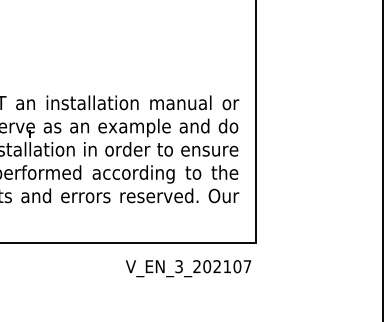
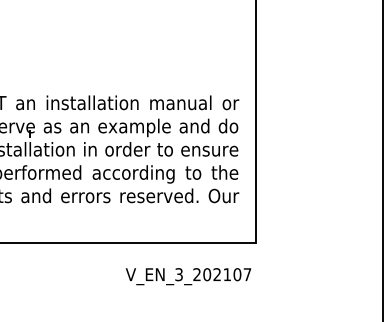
text at (188, 268) position: (188, 268) -> (188, 276)
